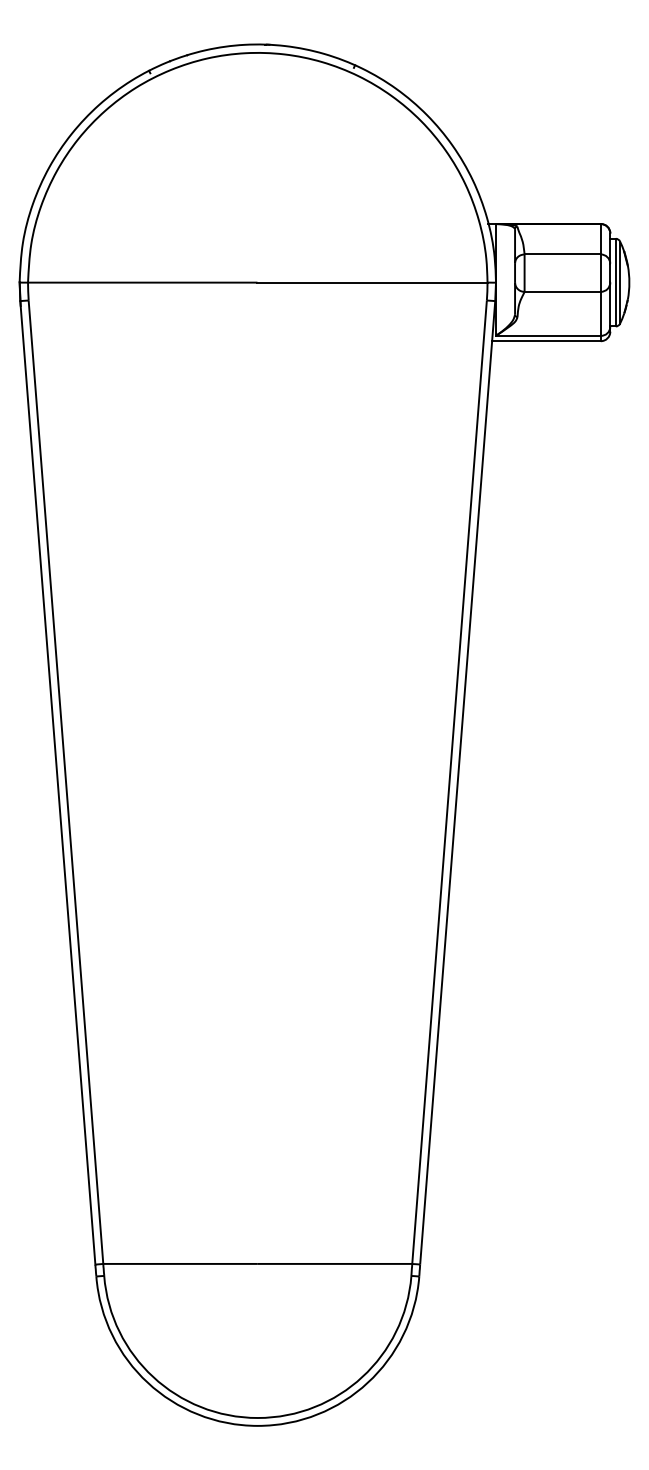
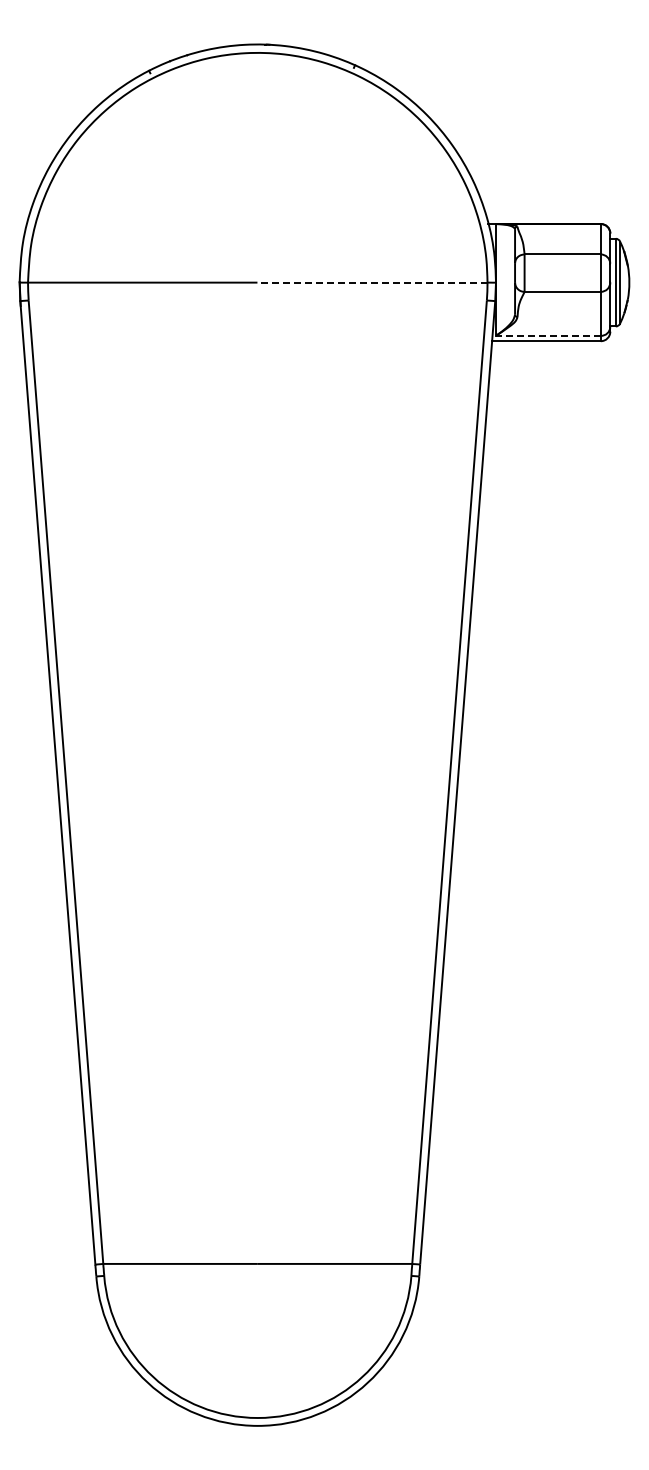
line at (371, 282): solid -> dashed
line at (547, 335): solid -> dashed
